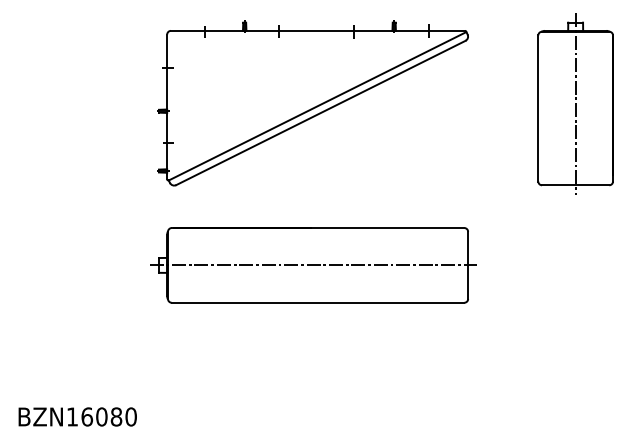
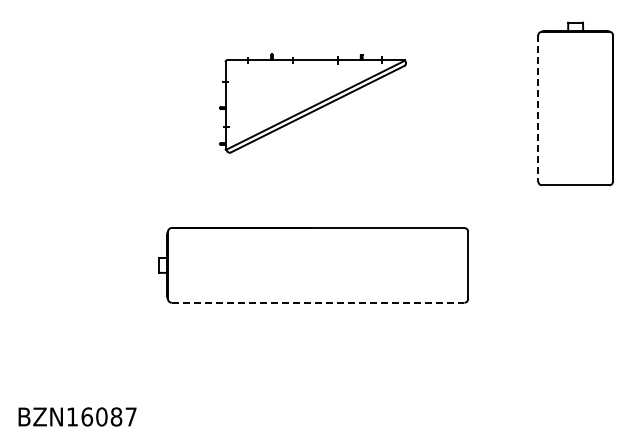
part at (312, 103) size: 312x167 px -> 188x101 px
line at (575, 103): present -> none
line at (538, 109): solid -> dashed
line at (313, 265): present -> none
line at (318, 302): solid -> dashed
text at (130, 416): BZN16080 -> BZN16087
